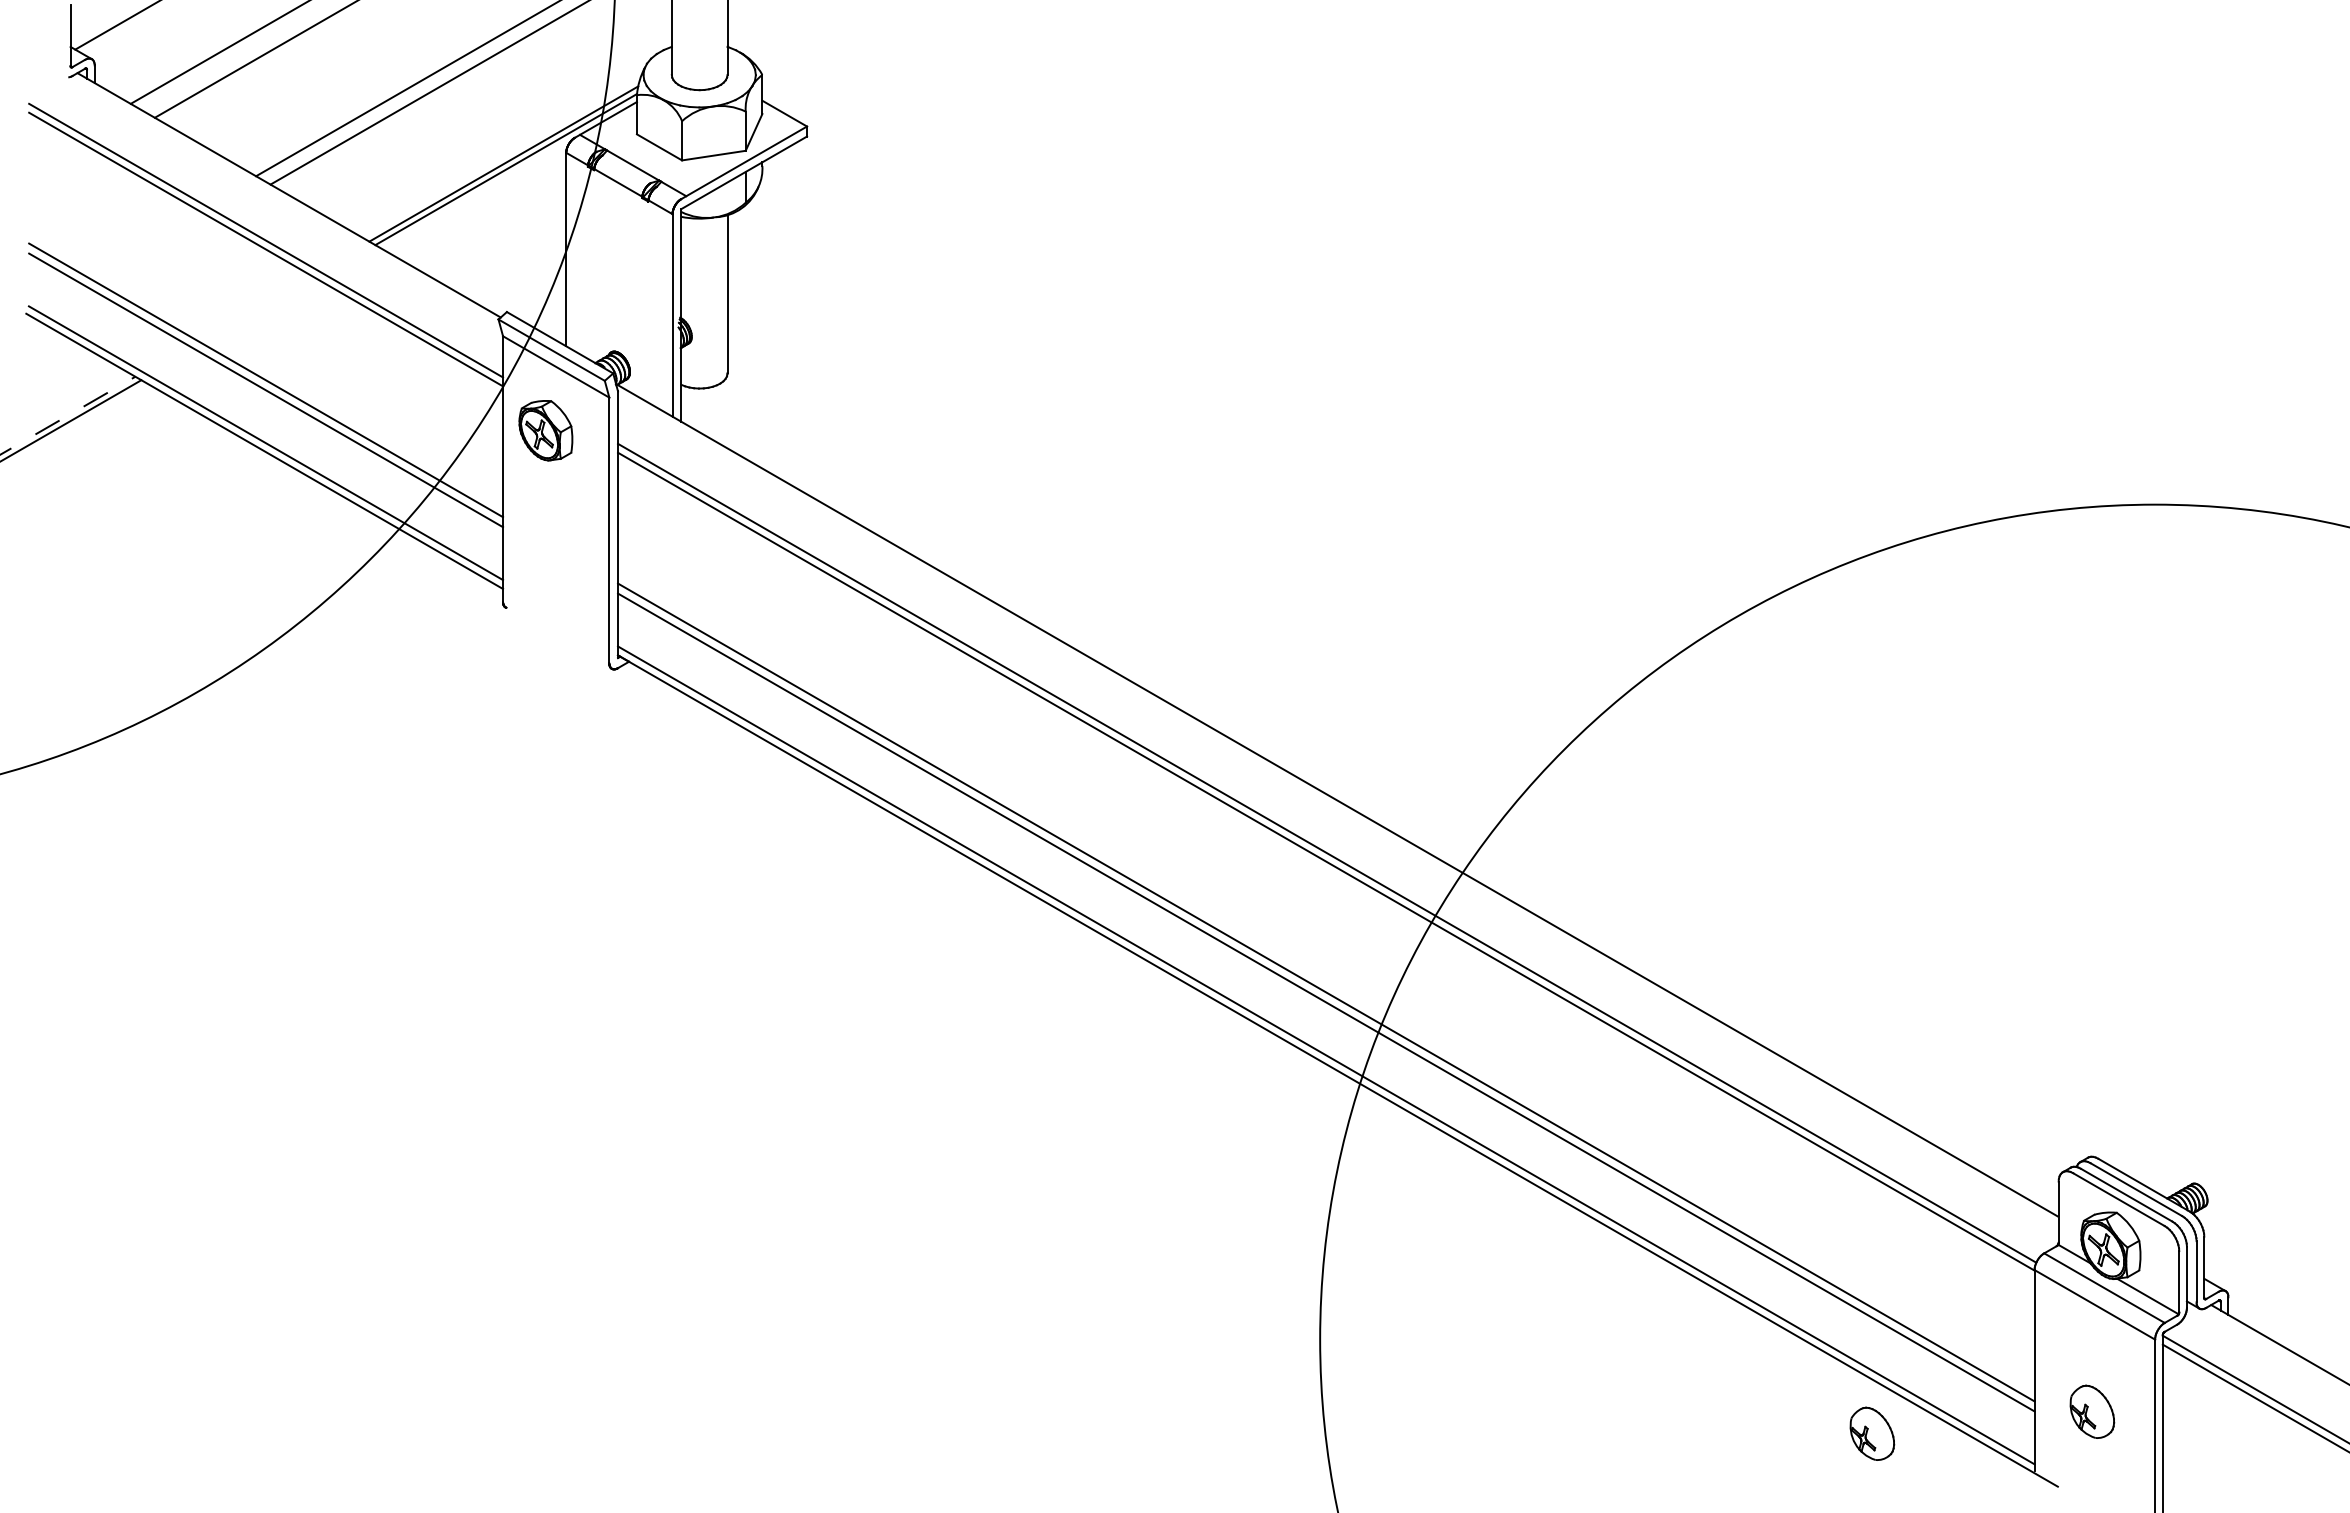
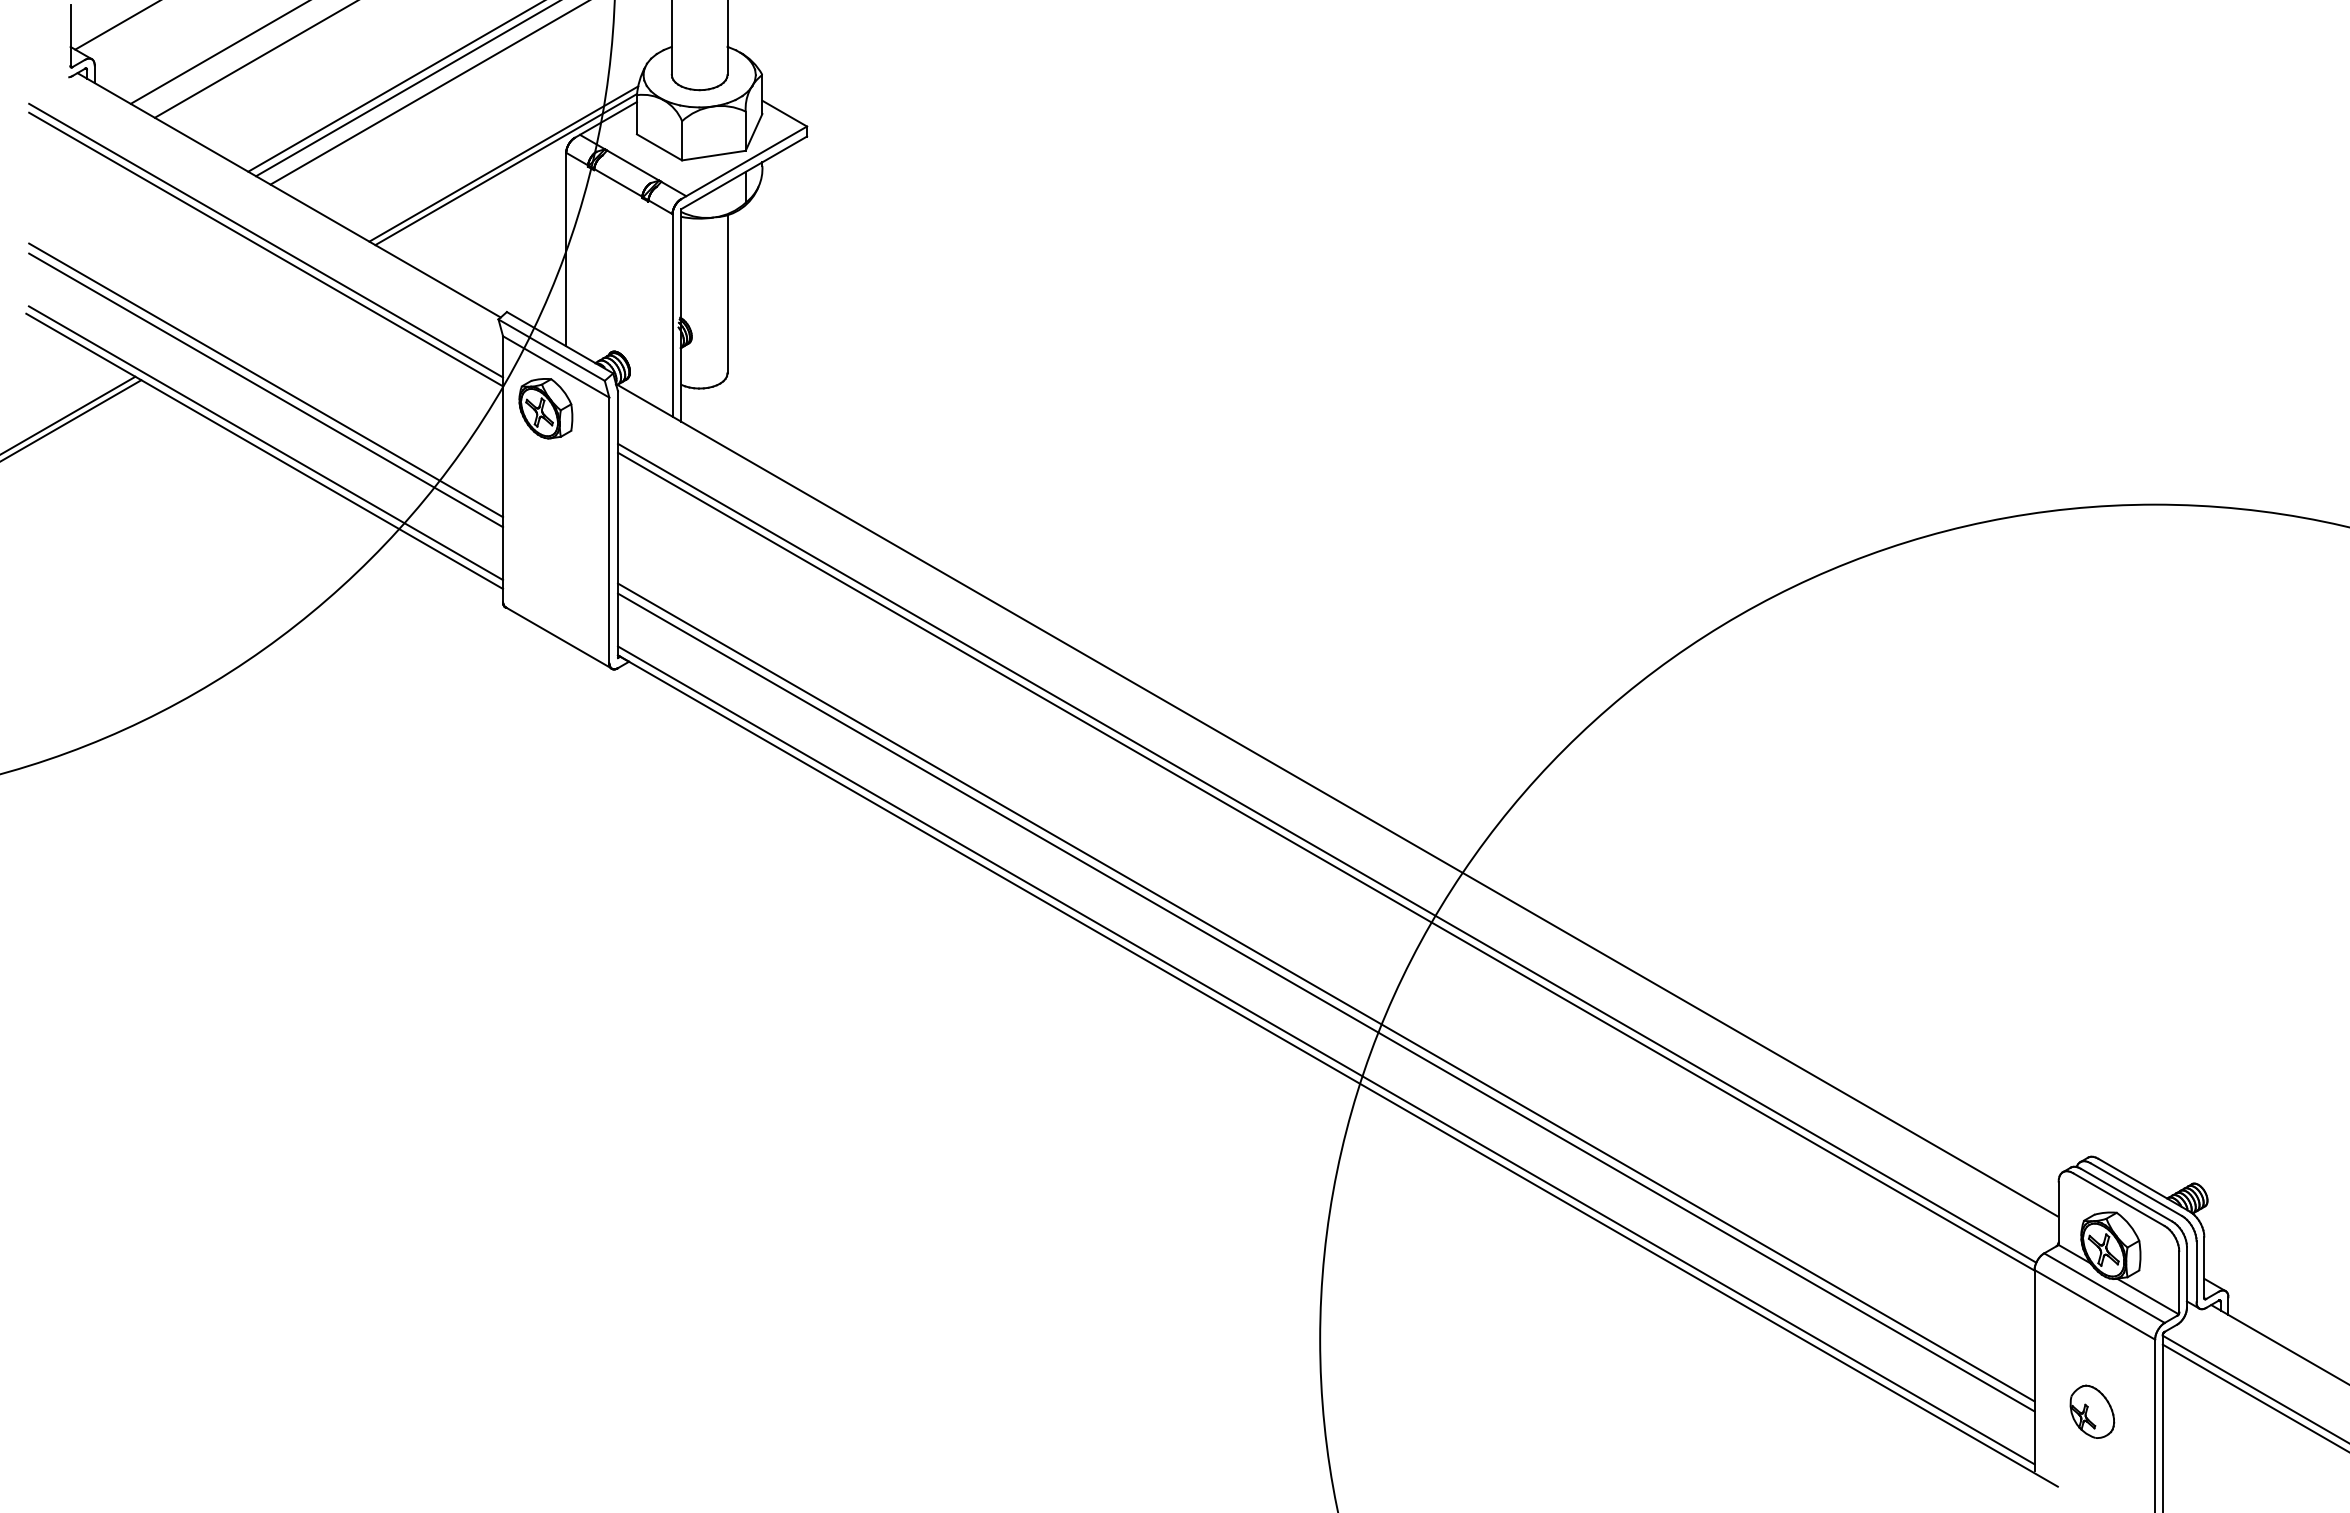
line at (394, 86): none -> present
line at (67, 415): dashed -> solid
part at (545, 430) position: (545, 430) -> (545, 408)
line at (557, 637): none -> present
part at (1872, 1433): present -> none
